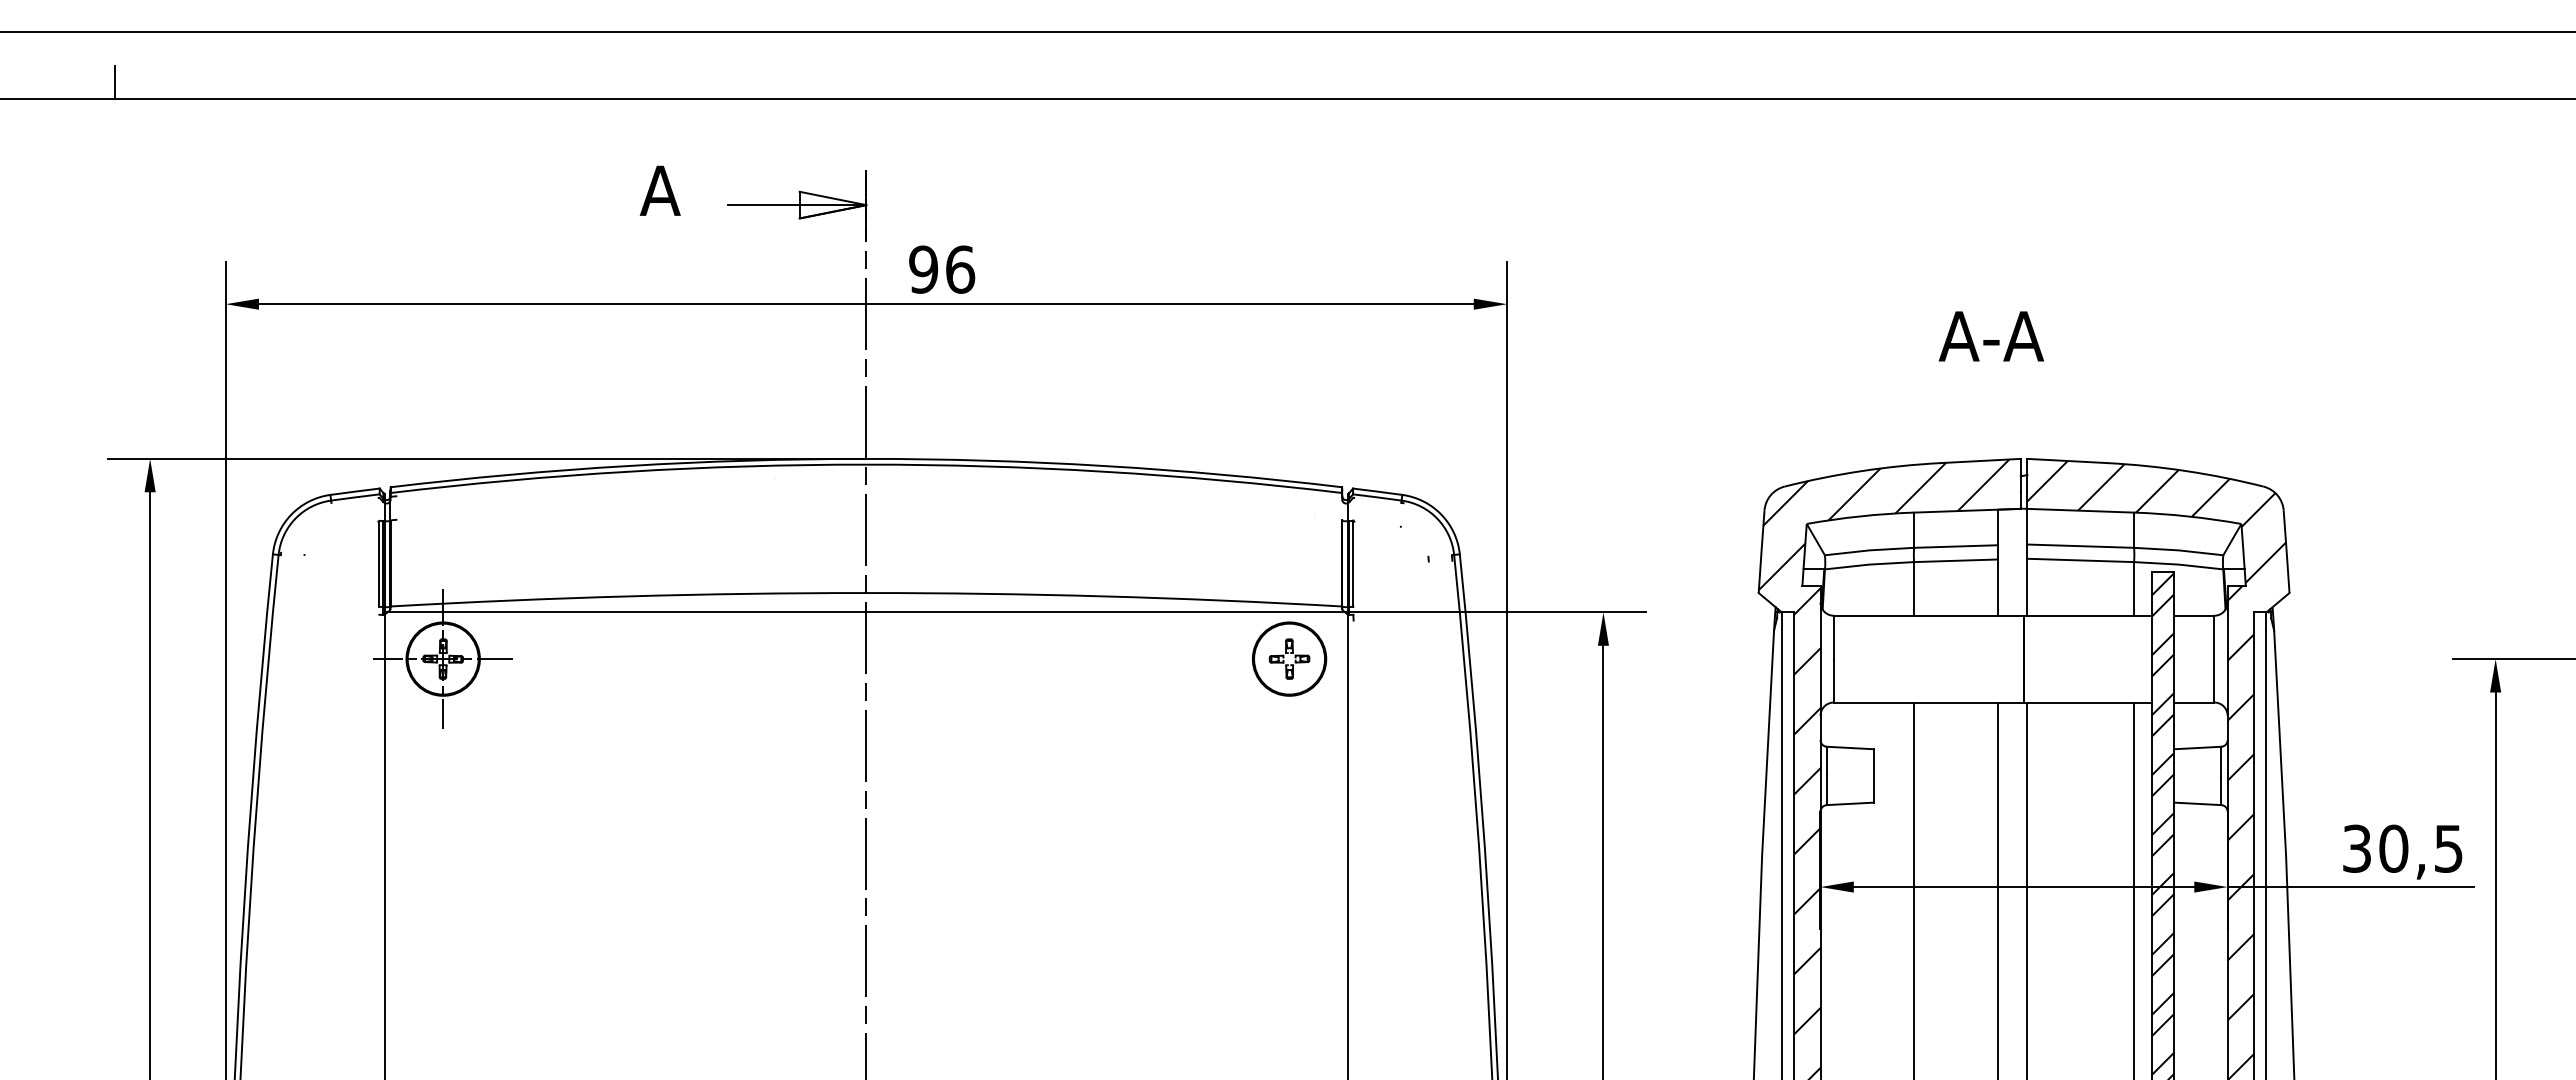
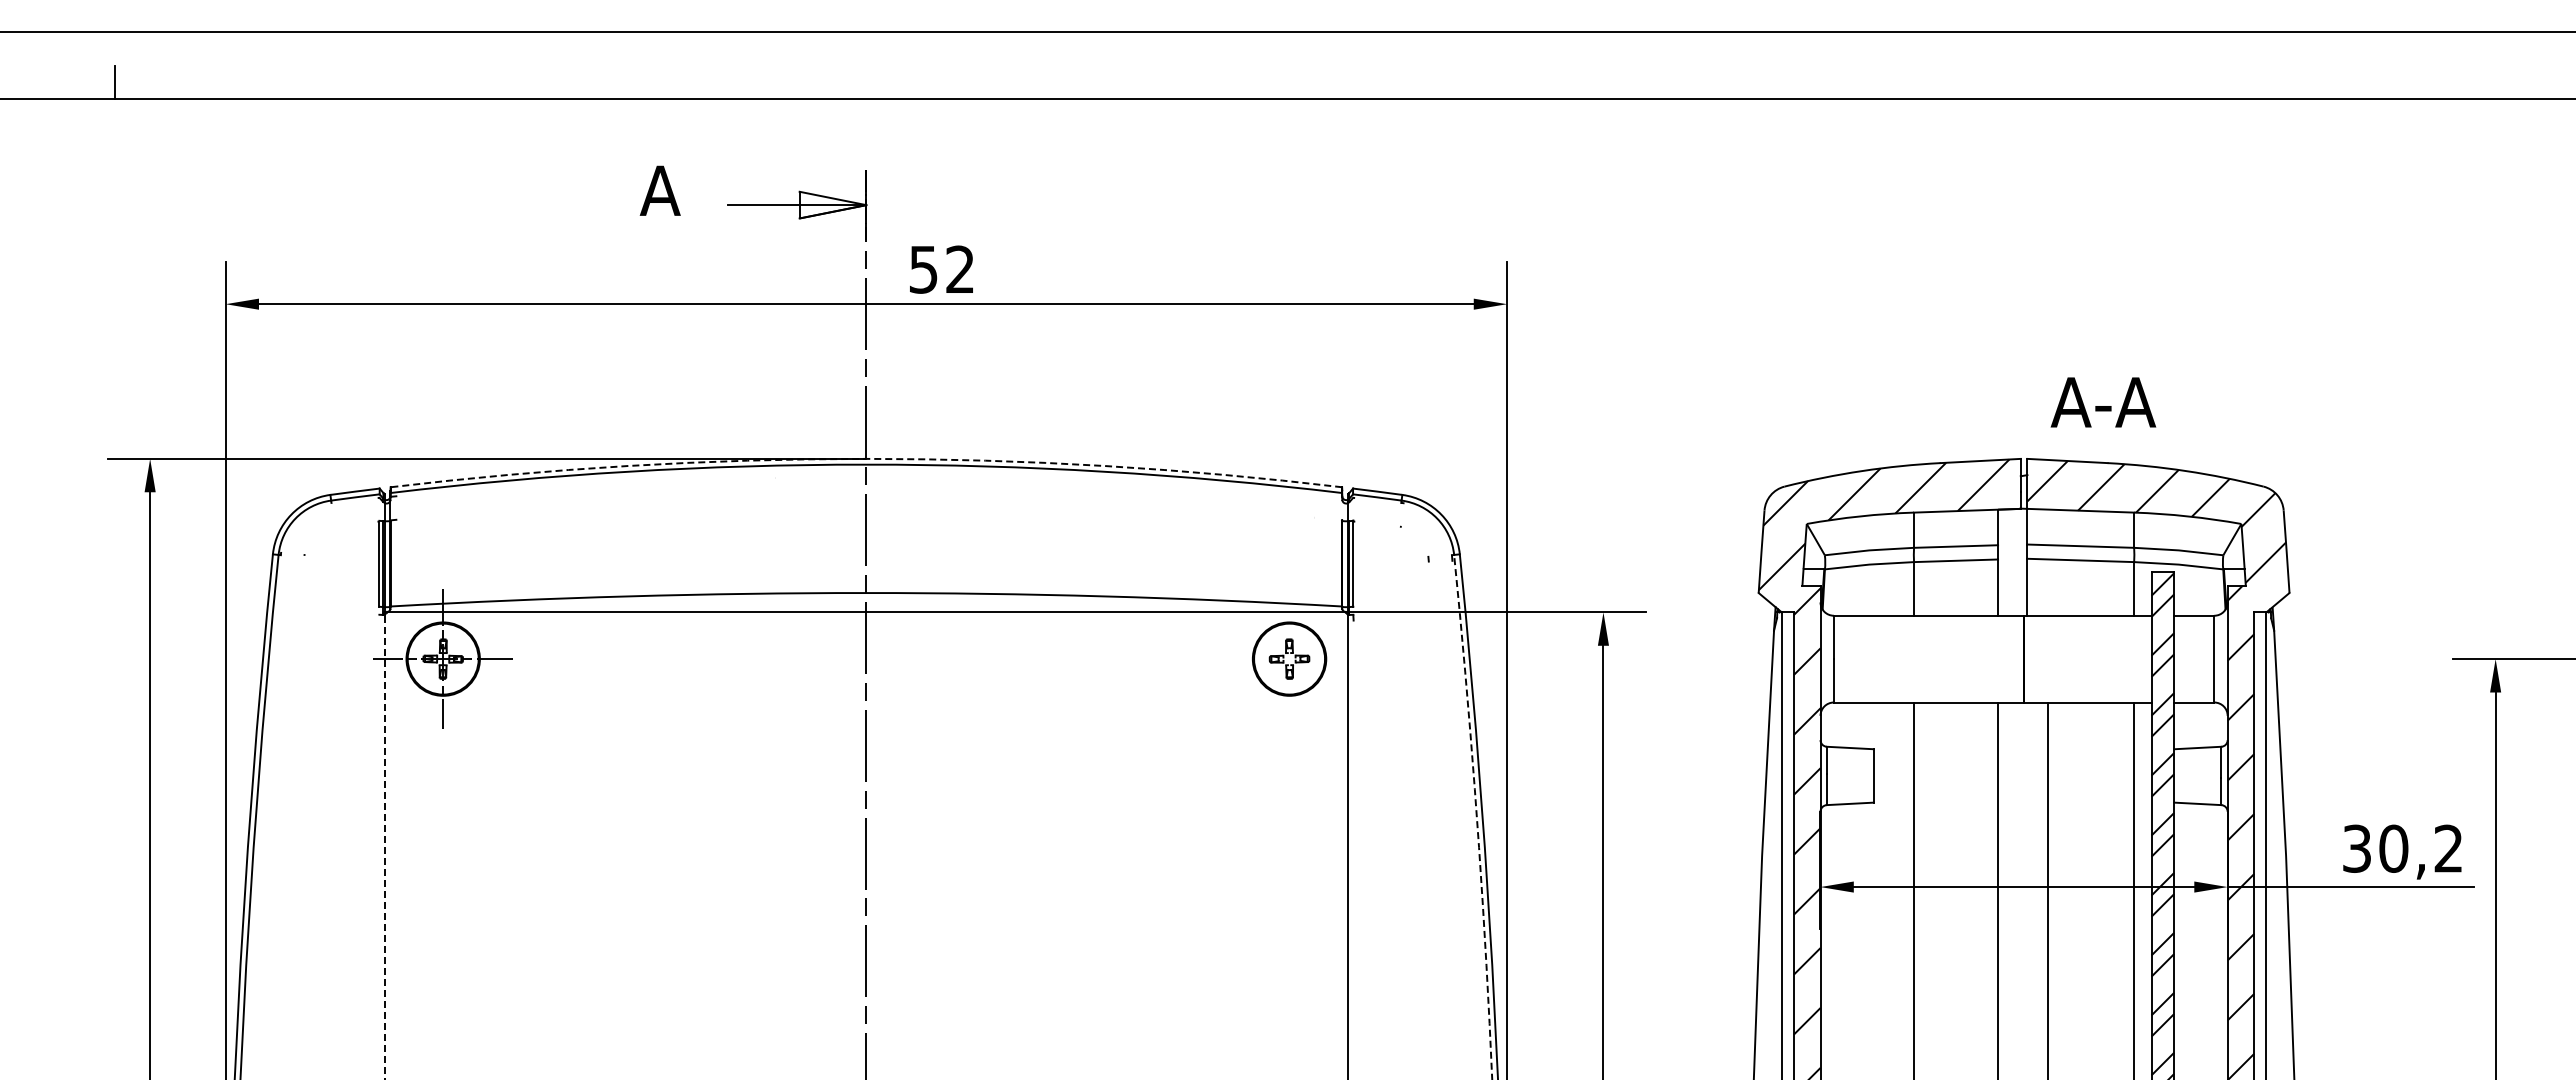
text at (942, 269): 96 -> 52
text at (1991, 336) position: (1991, 336) -> (2103, 402)
arc at (866, 458): solid -> dashed
arc at (1476, 817): solid -> dashed
line at (385, 847): solid -> dashed
text at (2448, 848): 30,5 -> 30,2
line at (2027, 889) position: (2027, 889) -> (2048, 889)
